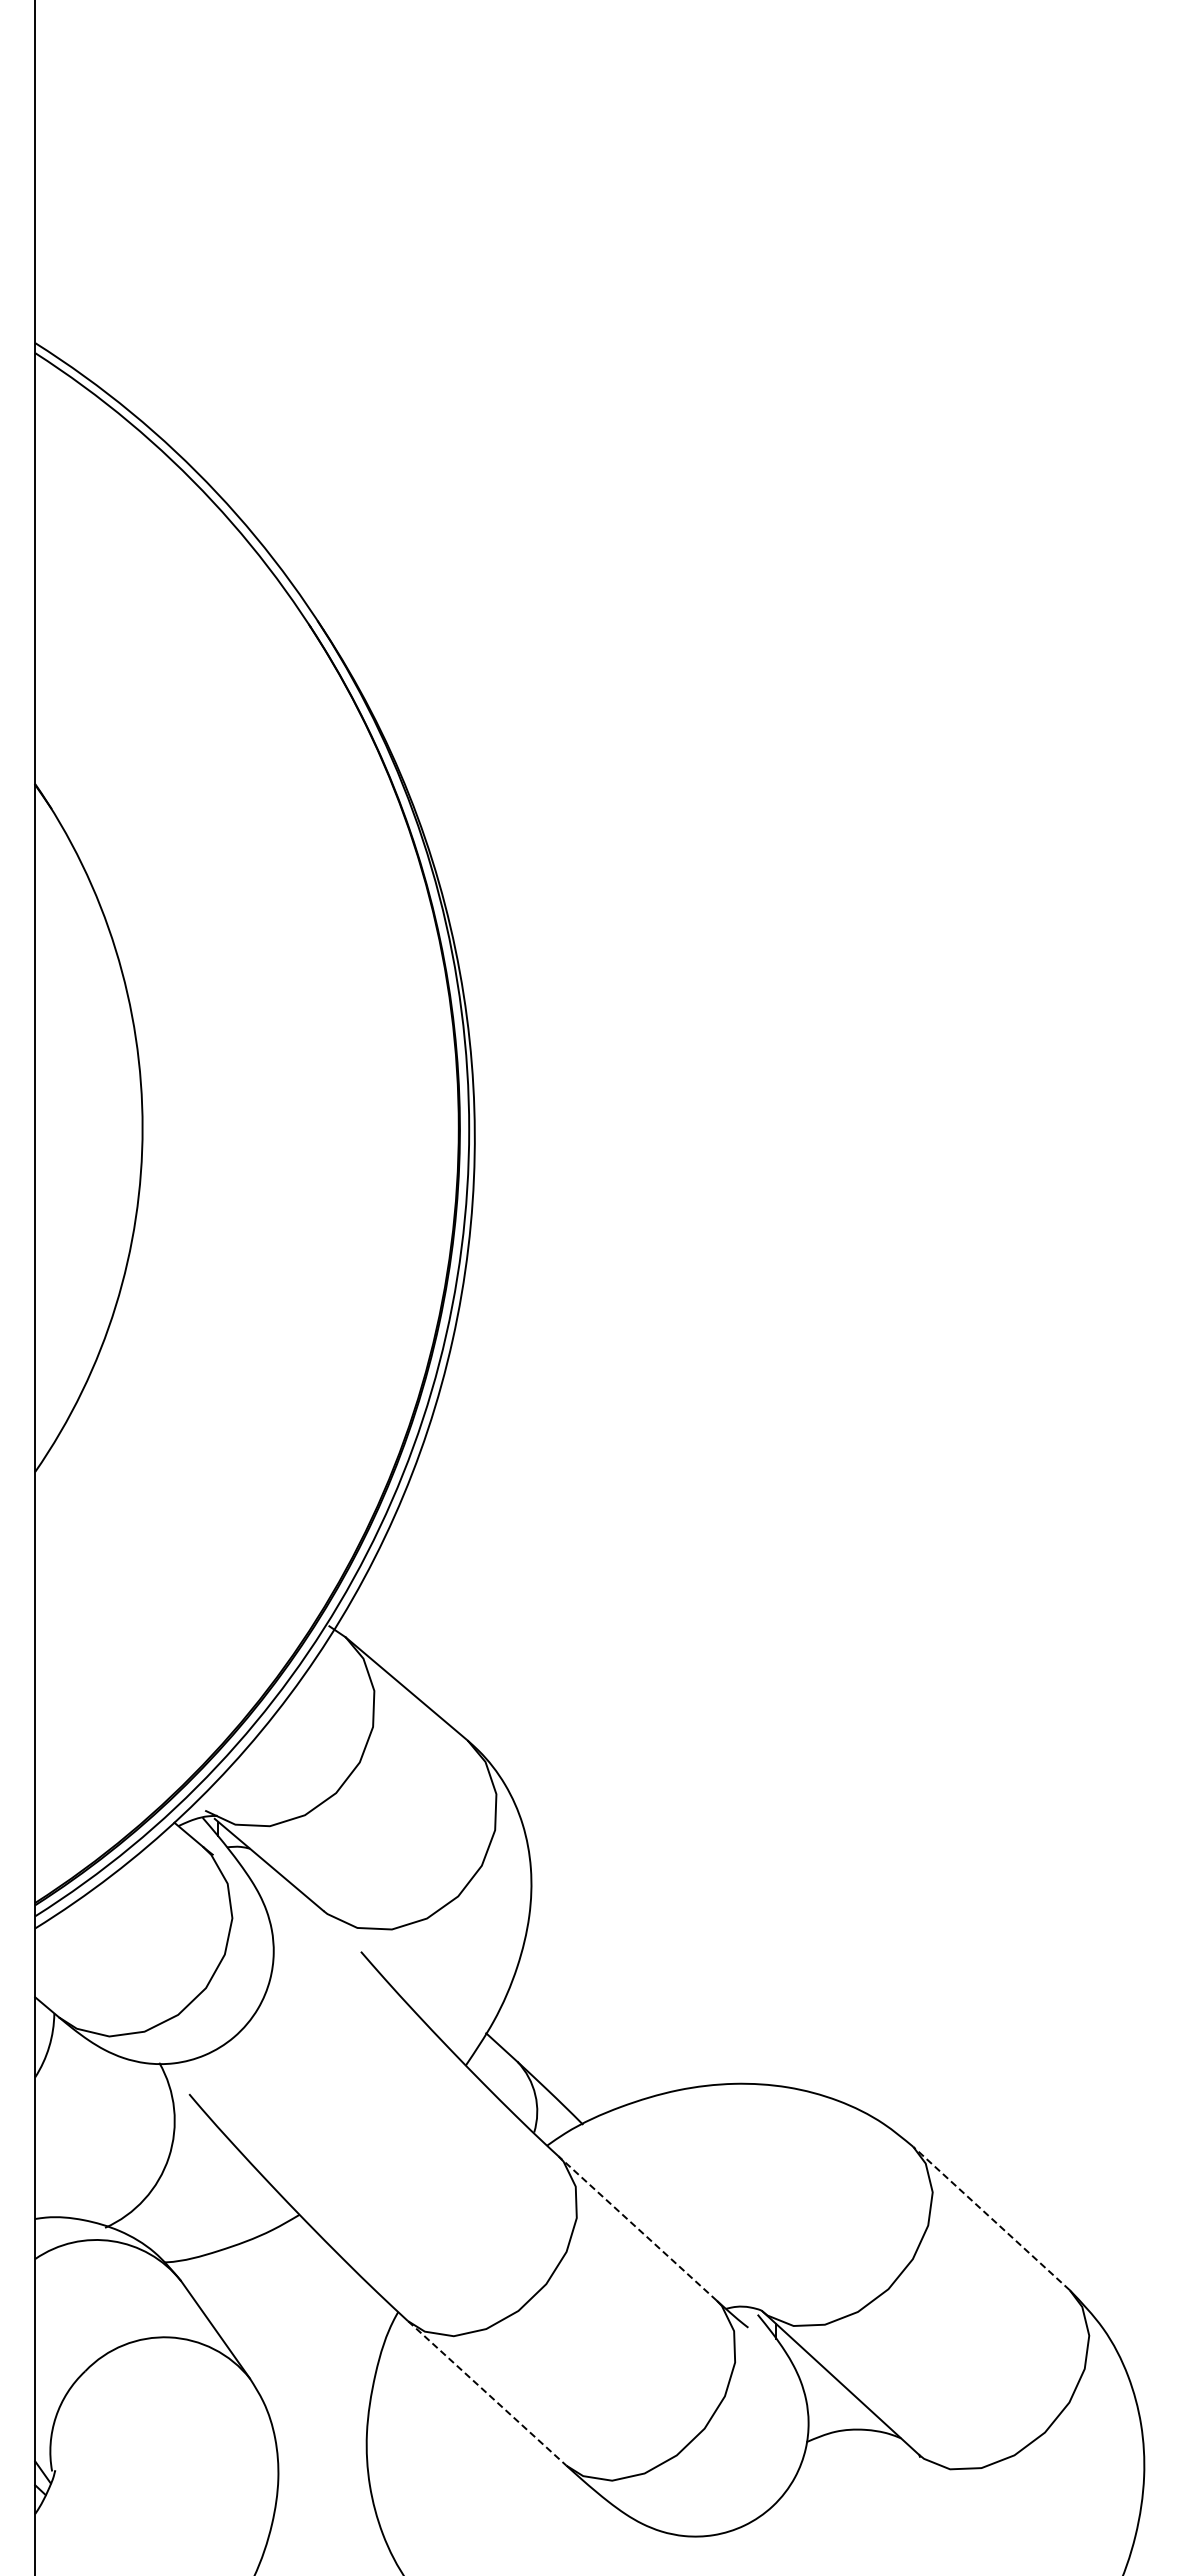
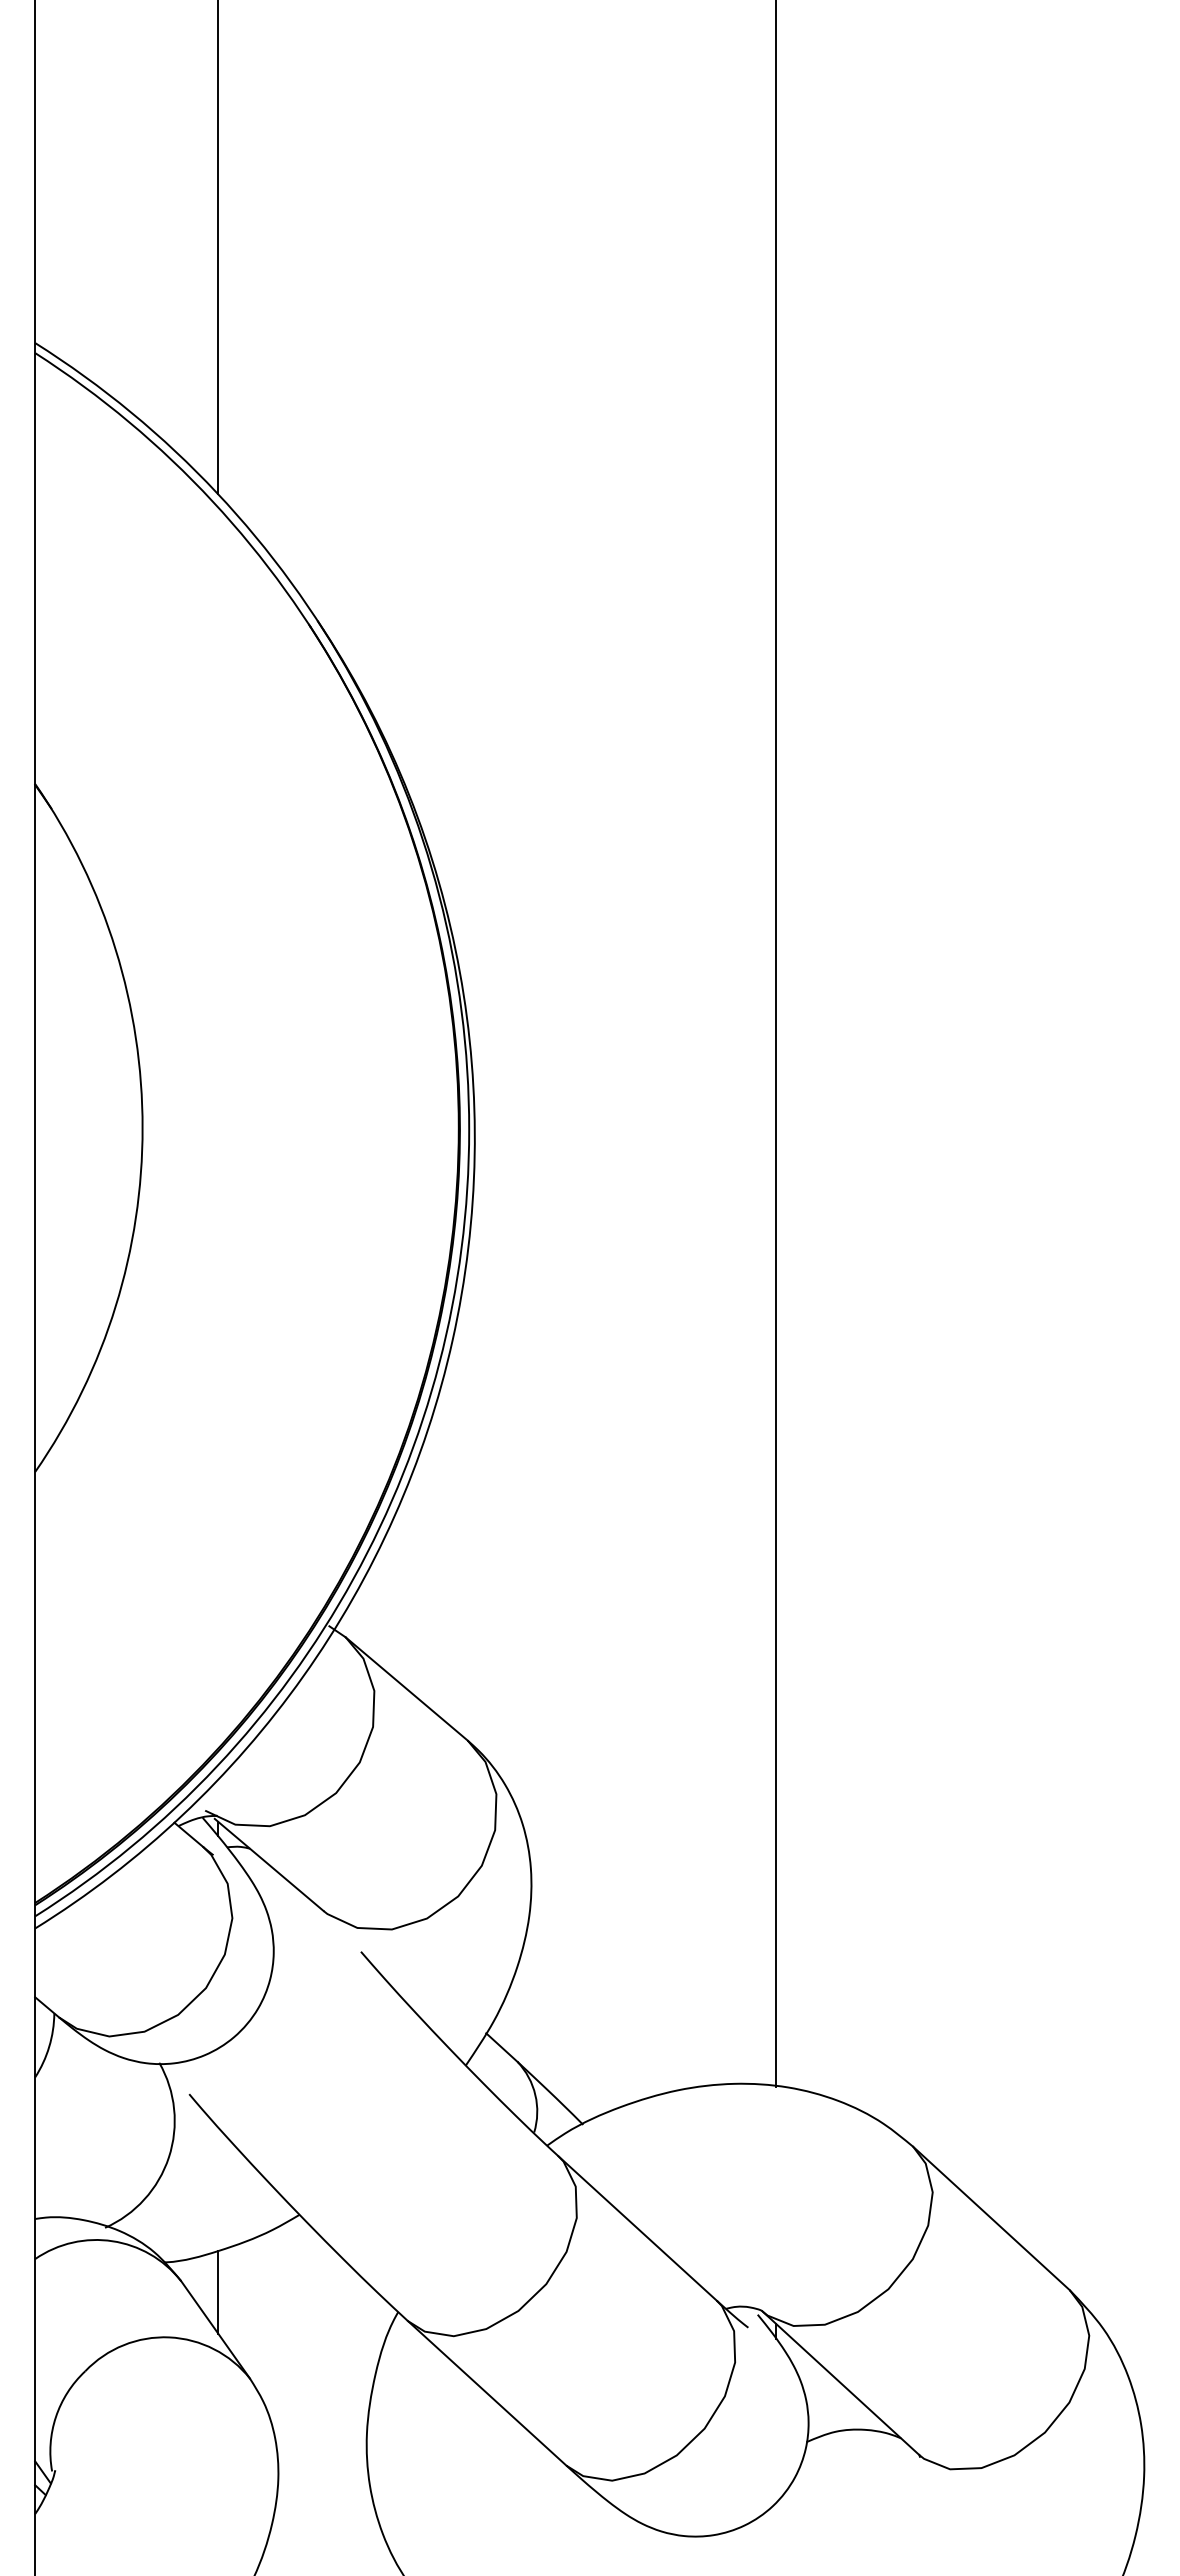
line at (218, 248): none -> present
line at (776, 1044): none -> present
line at (991, 2218): dashed -> solid
line at (637, 2228): dashed -> solid
line at (218, 2292): none -> present
line at (487, 2393): dashed -> solid
